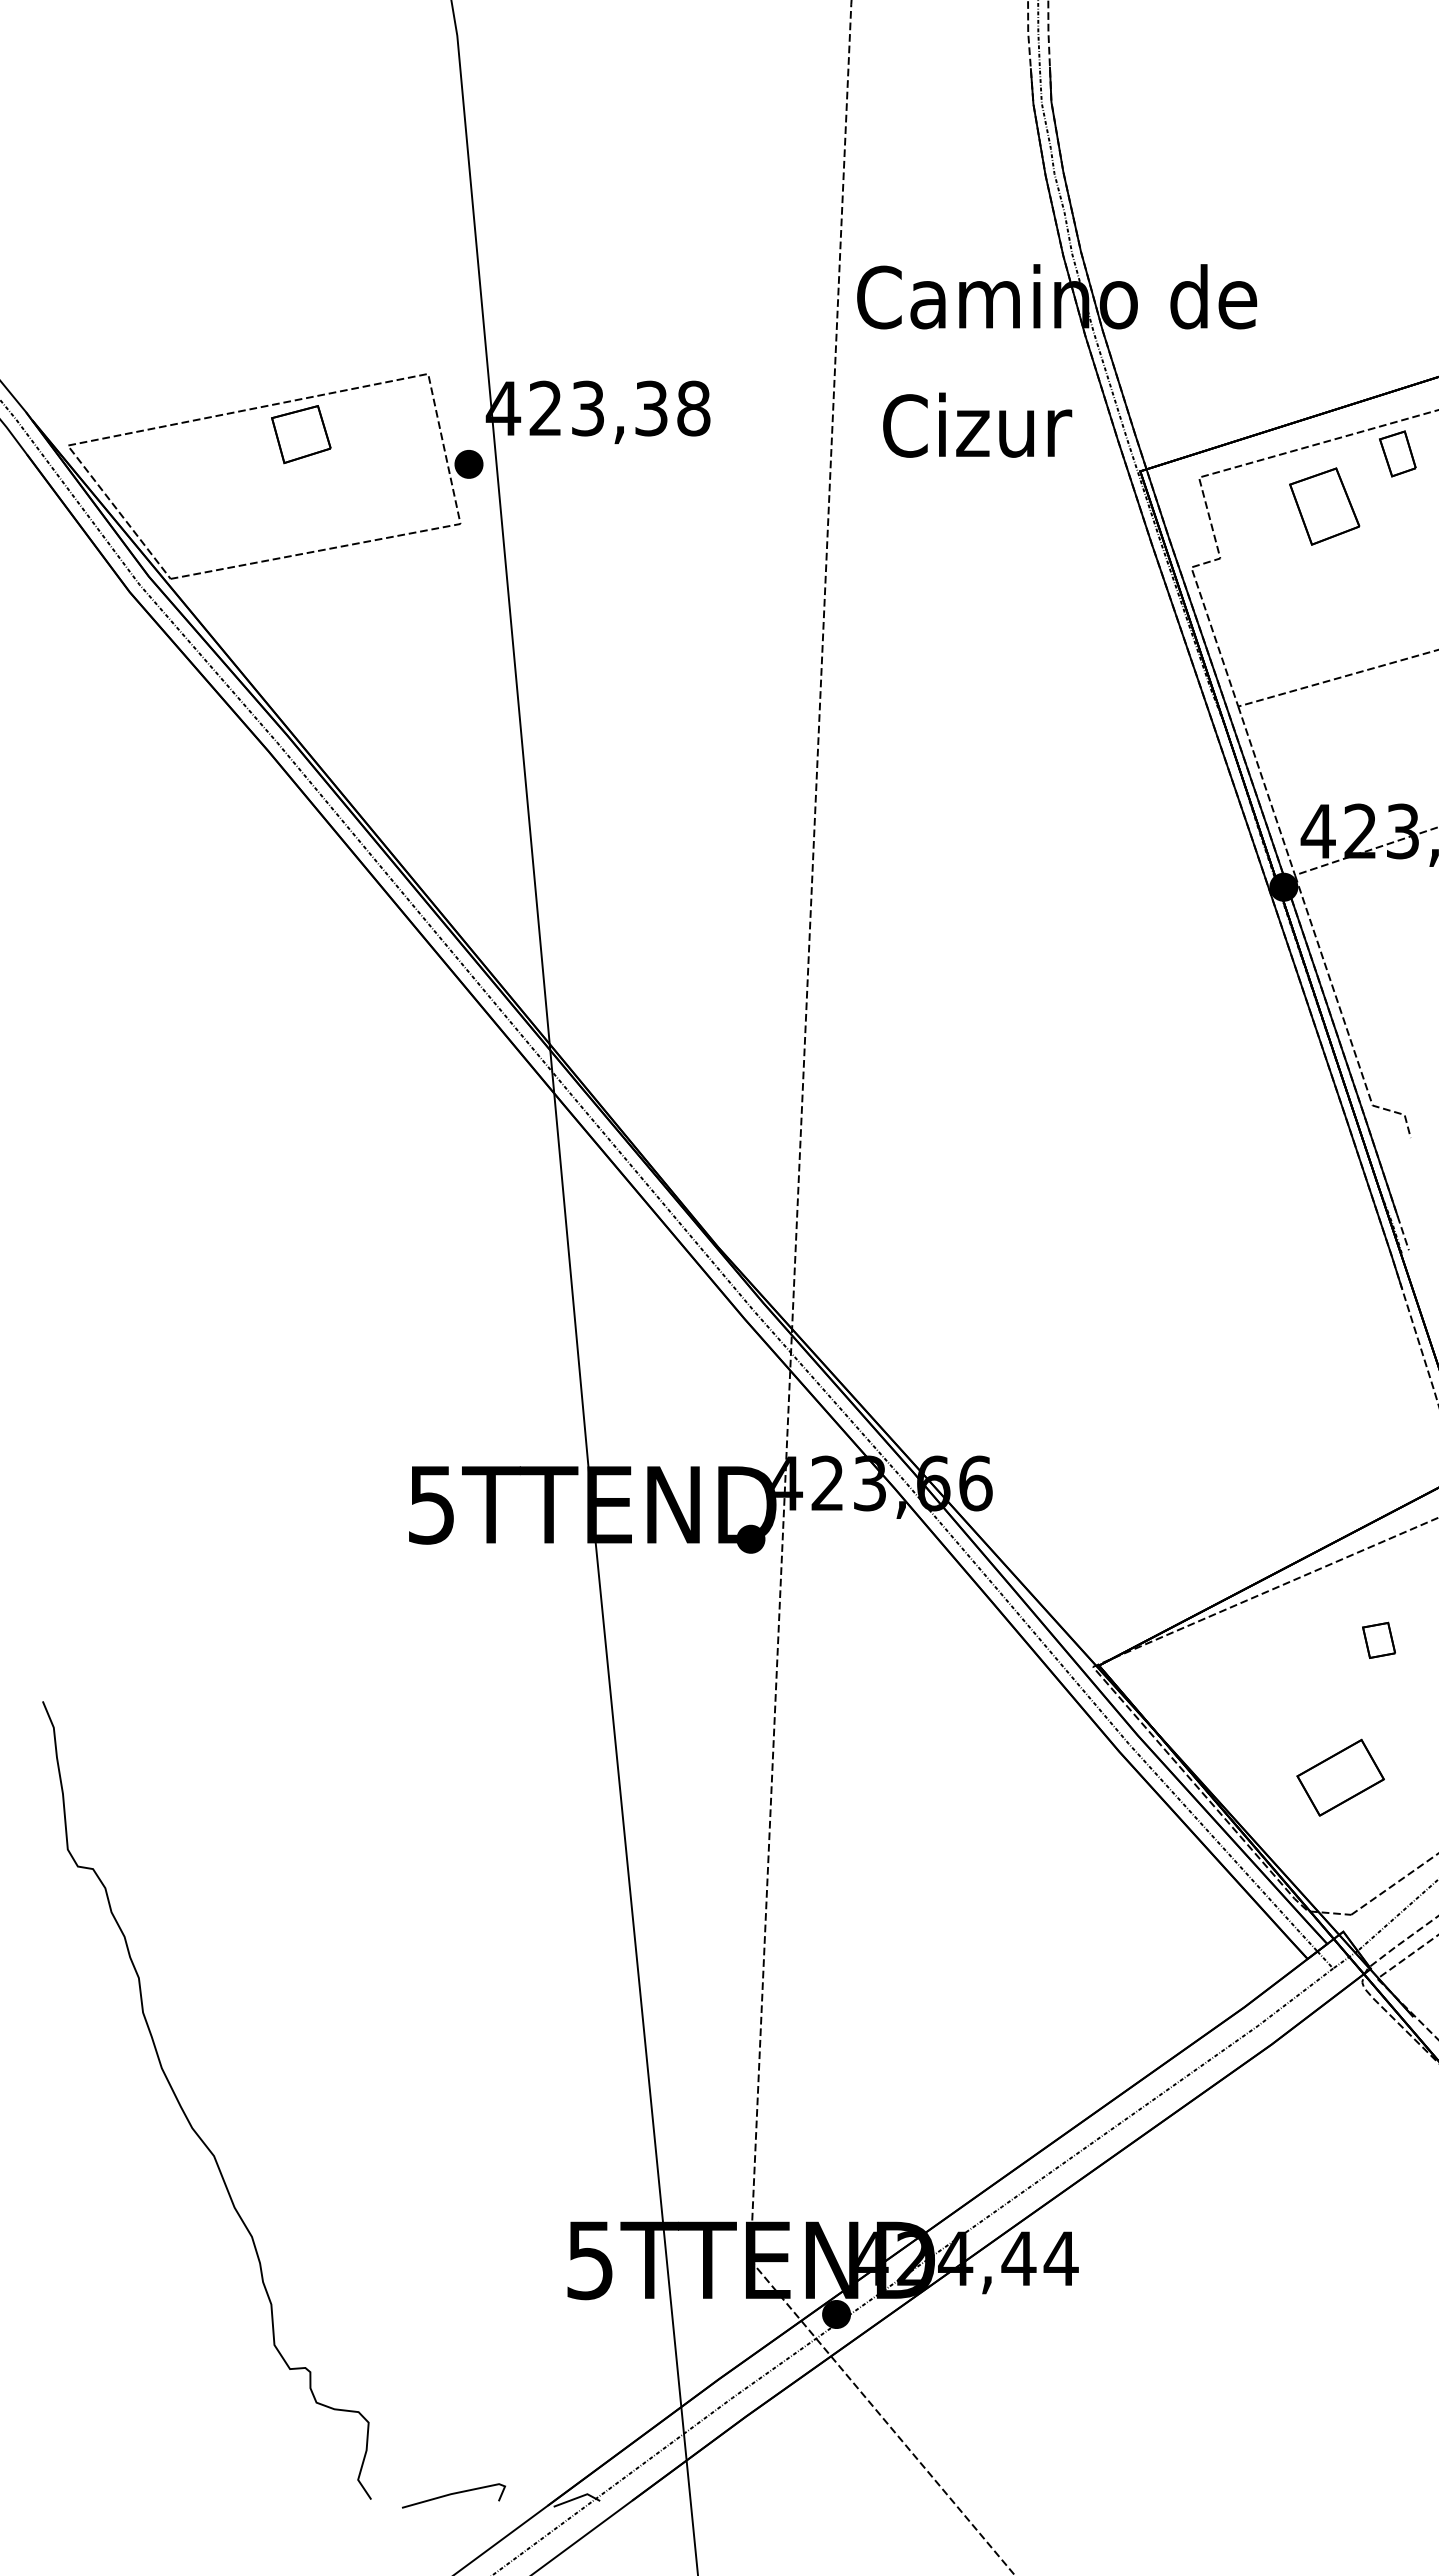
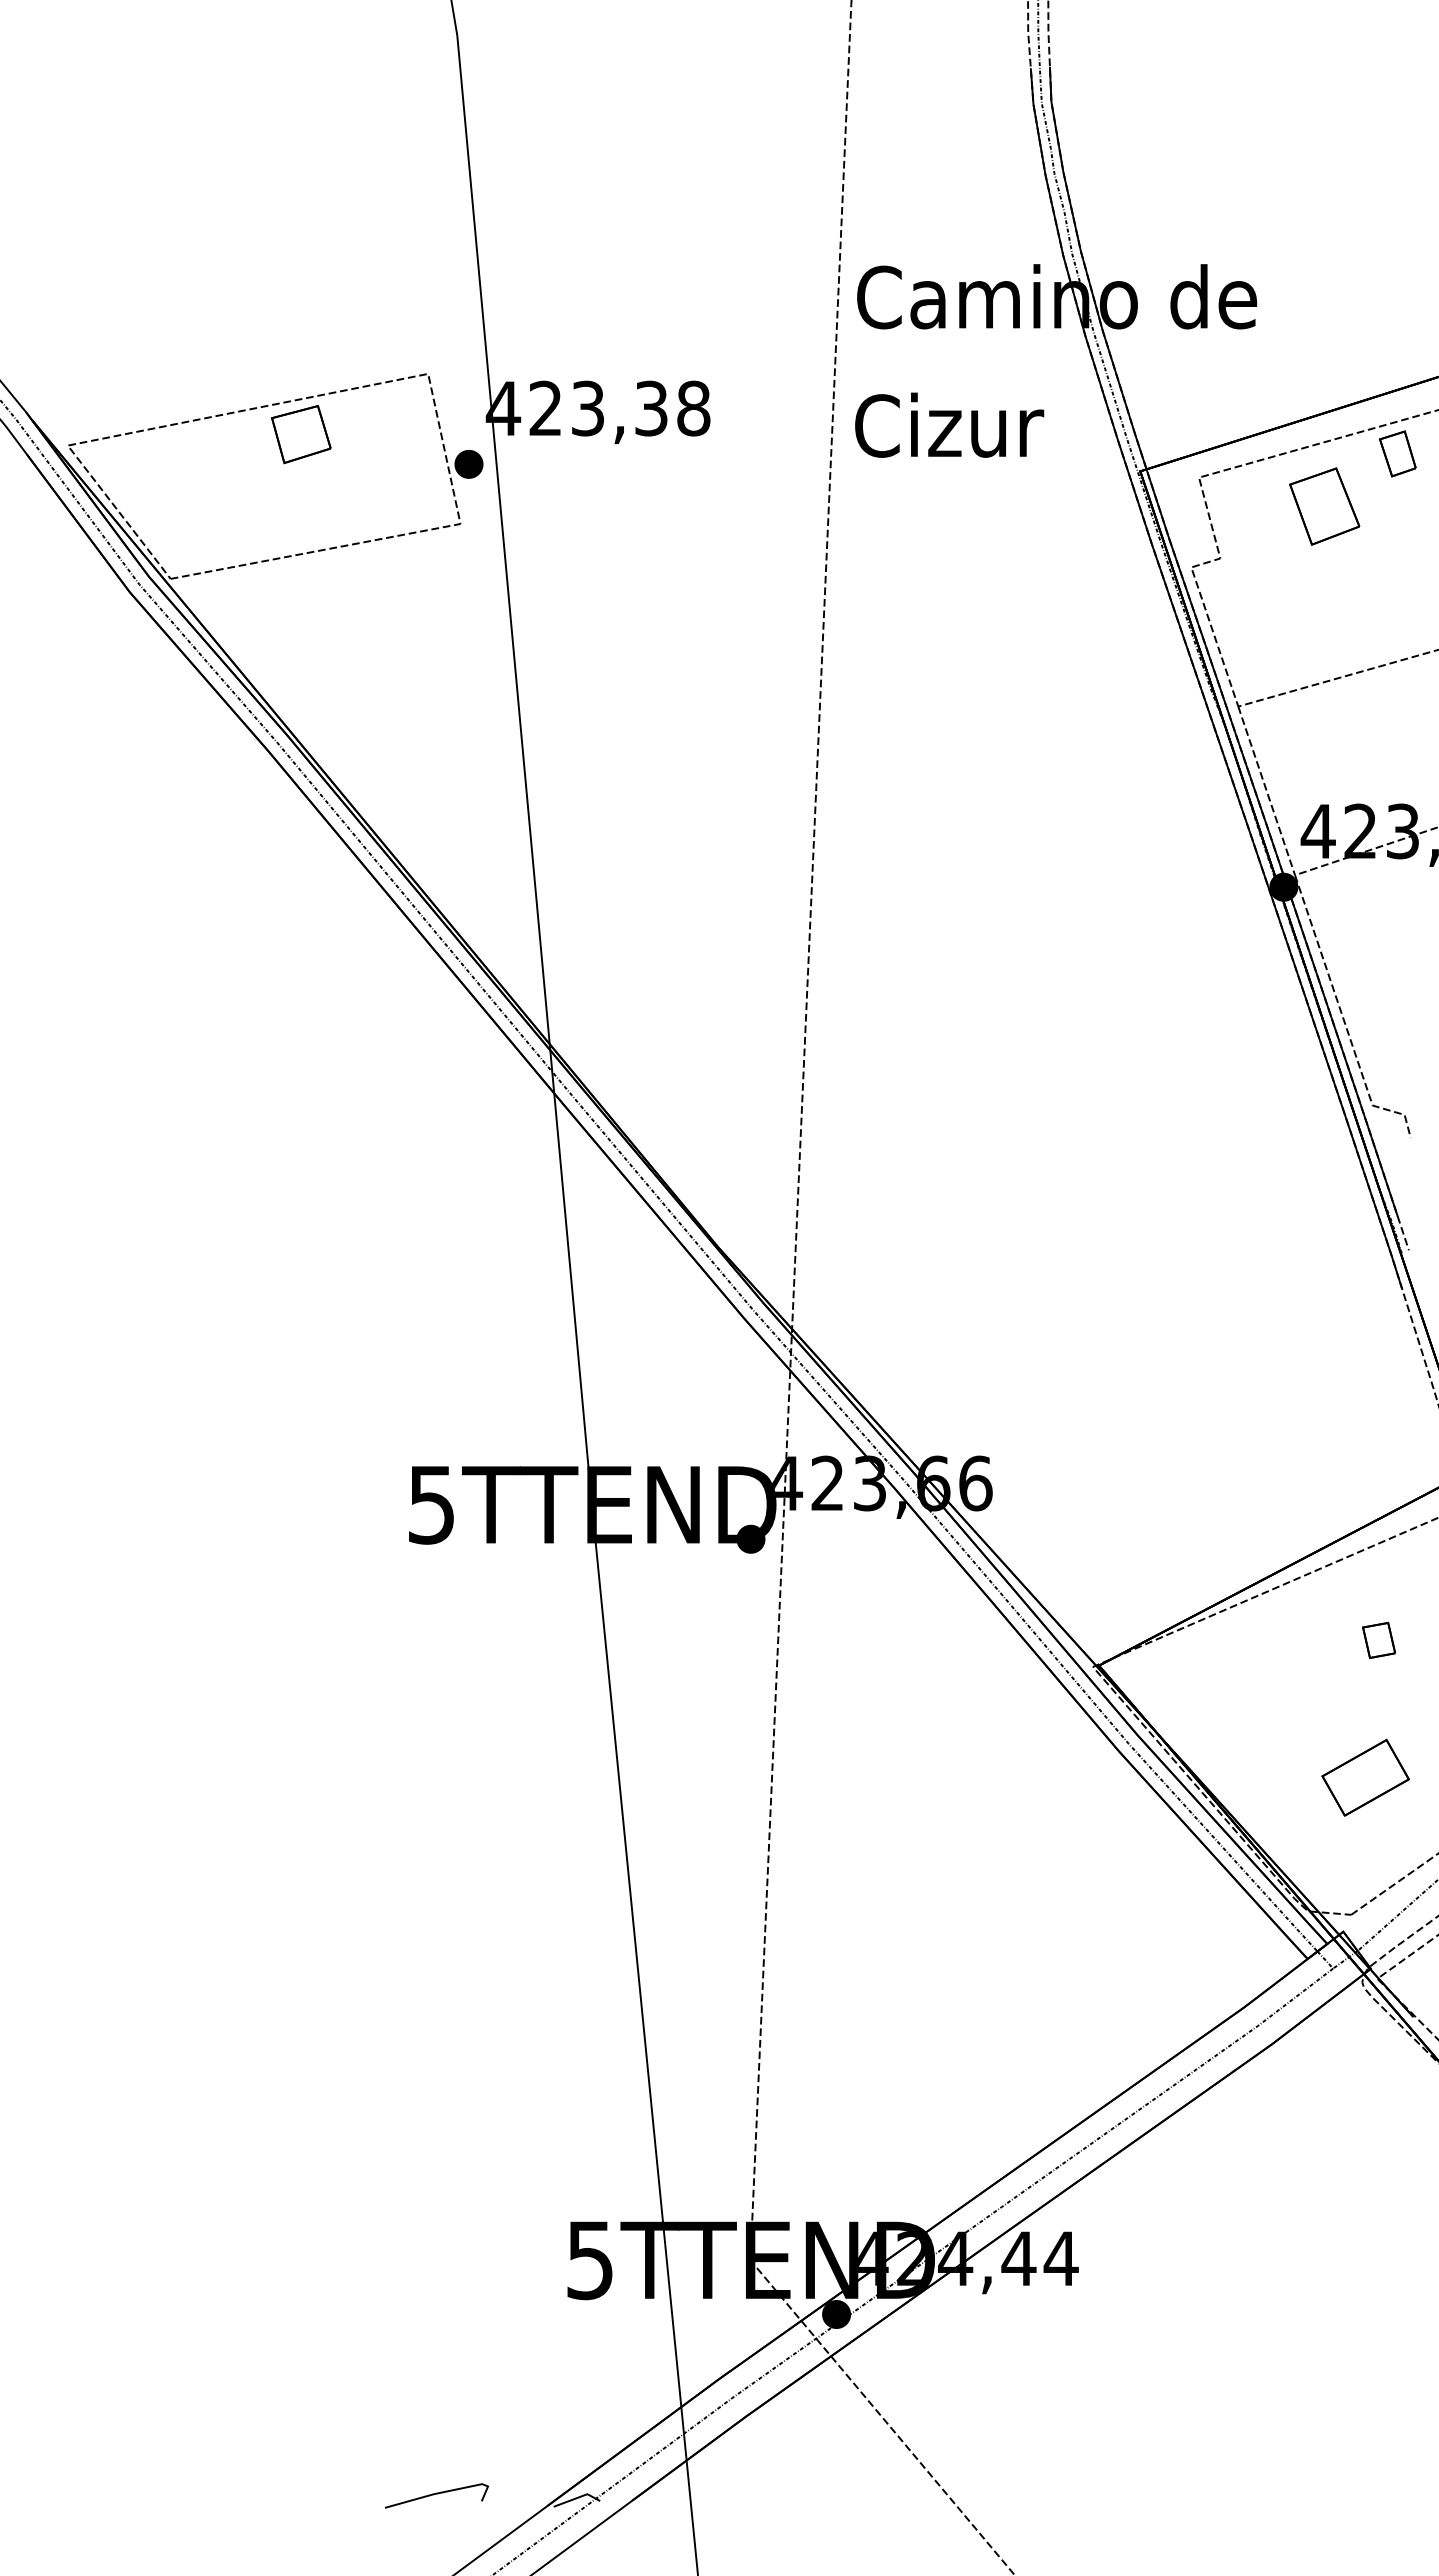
text at (977, 424) position: (977, 424) -> (949, 424)
part at (1340, 1777) position: (1340, 1777) -> (1365, 1777)
curve at (184, 2111): present -> none
line at (454, 2494) position: (454, 2494) -> (437, 2494)
